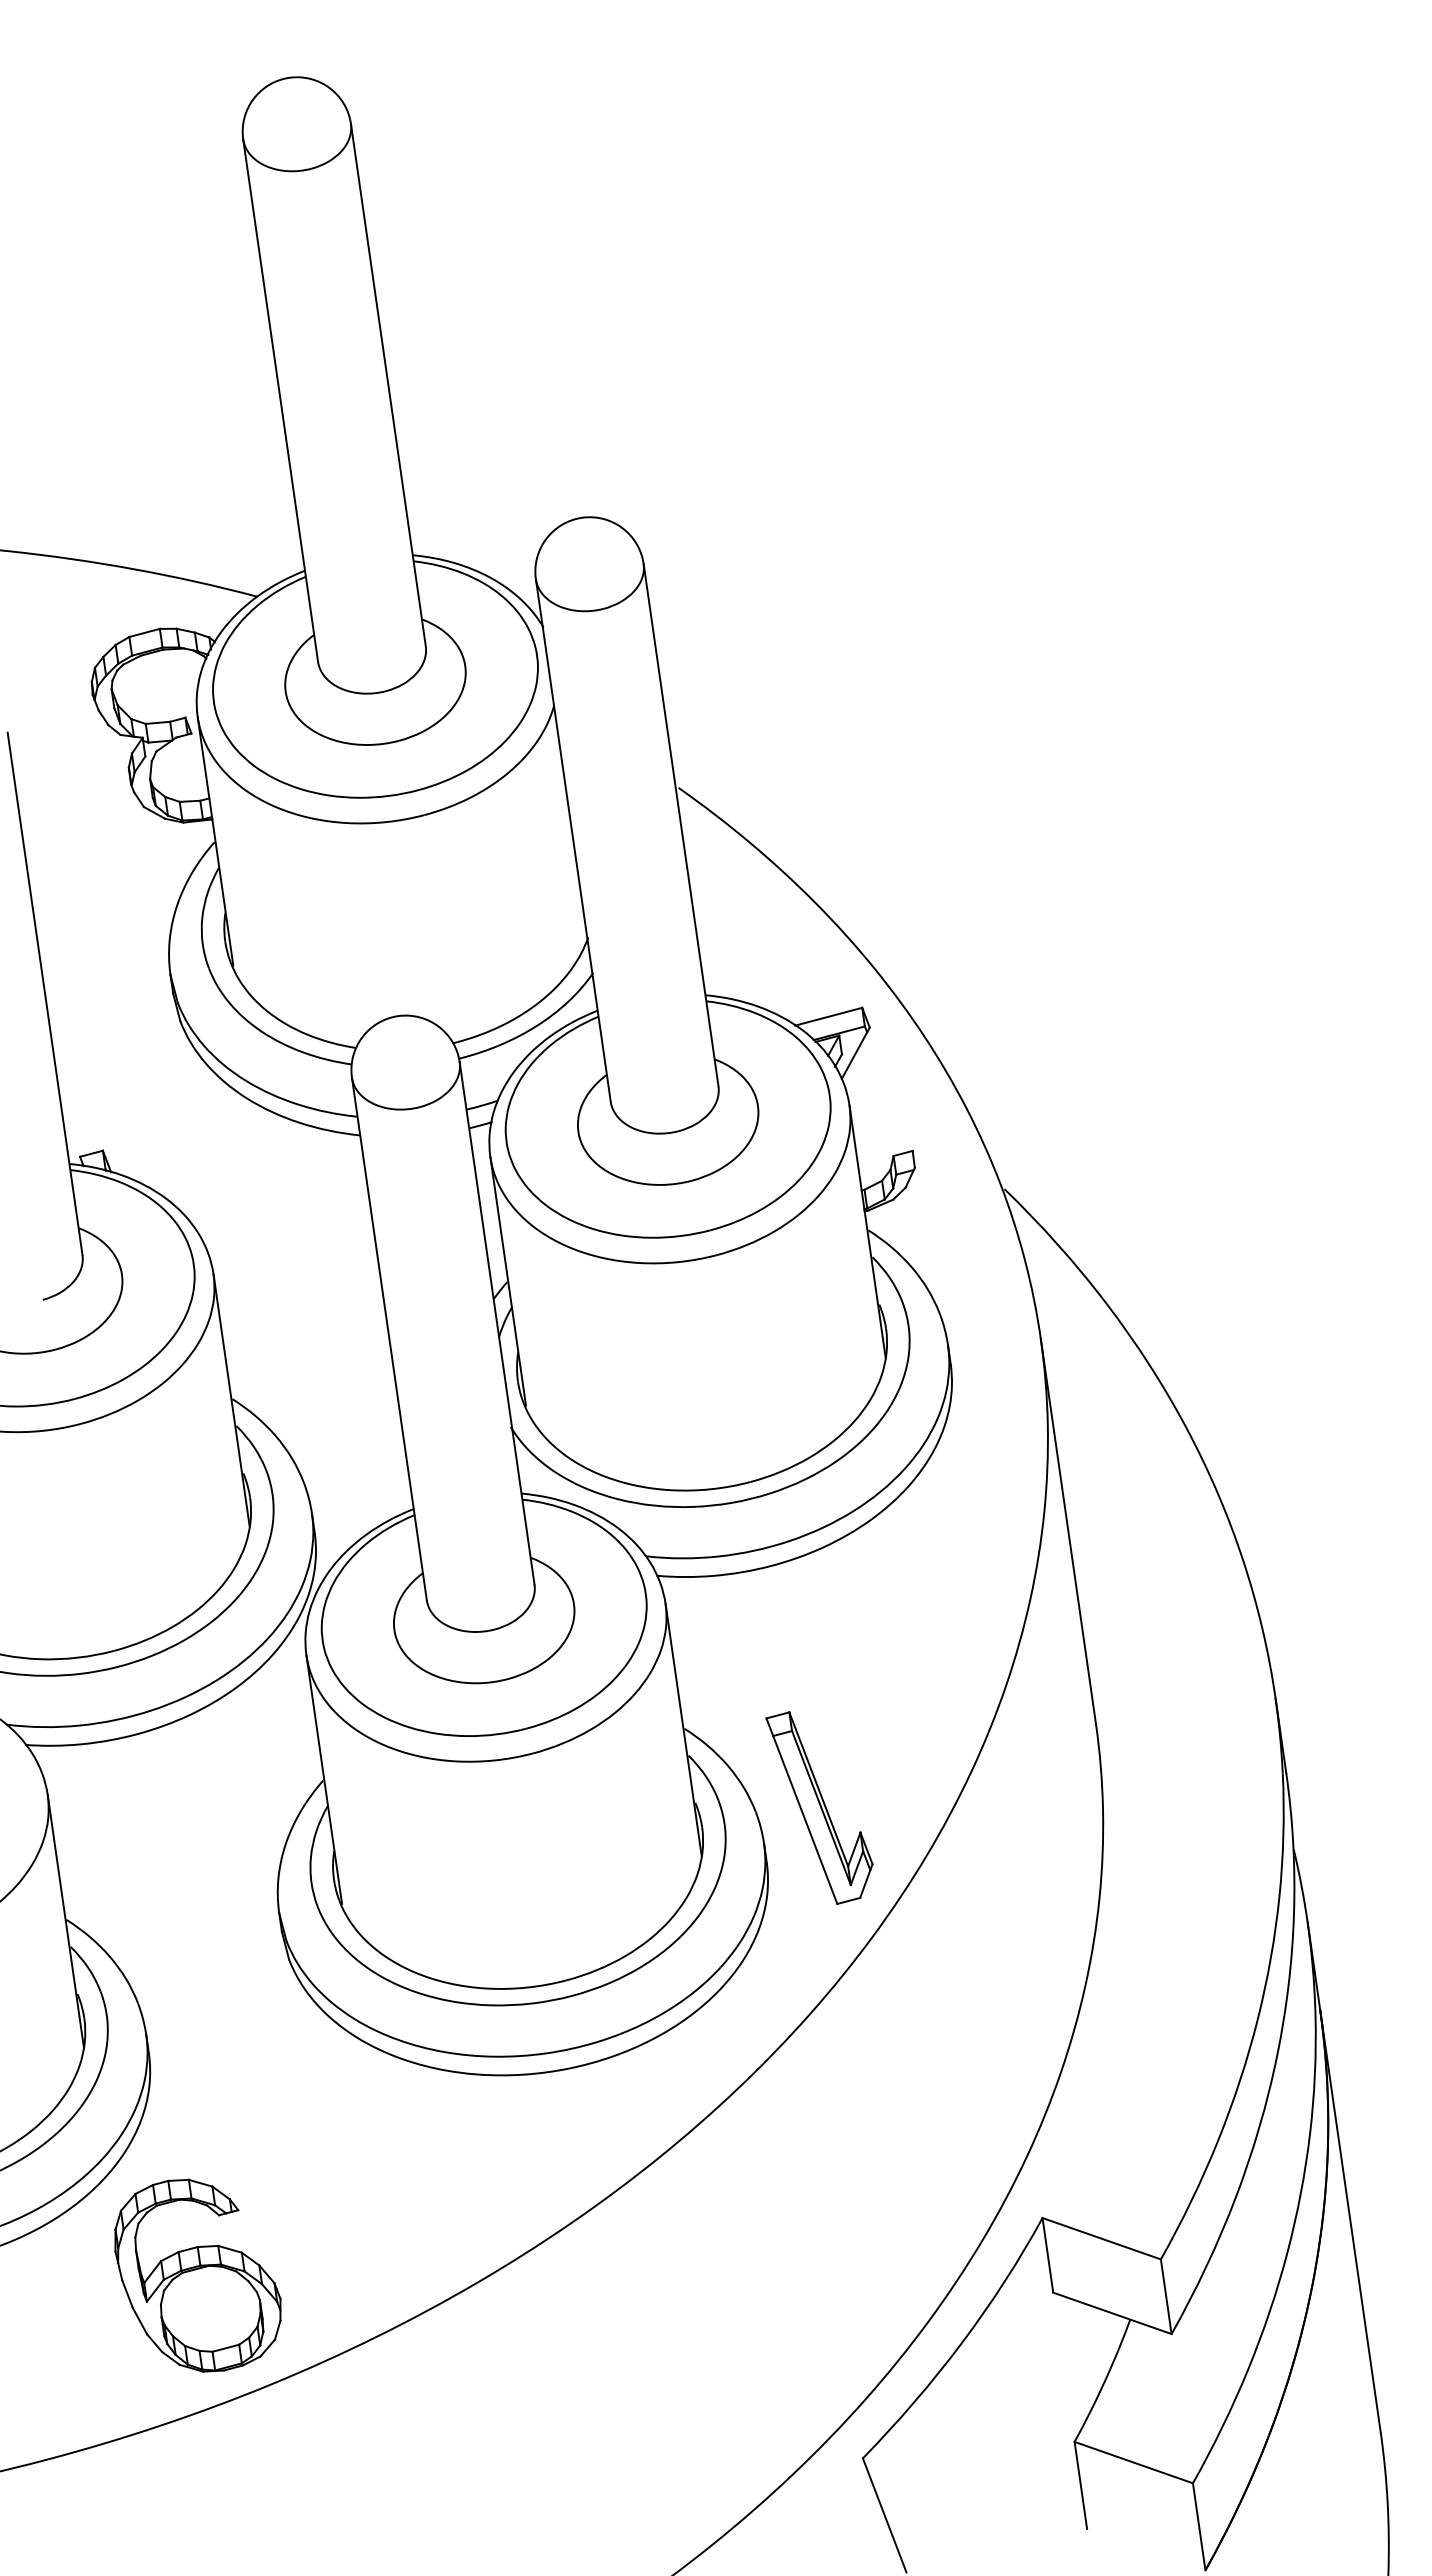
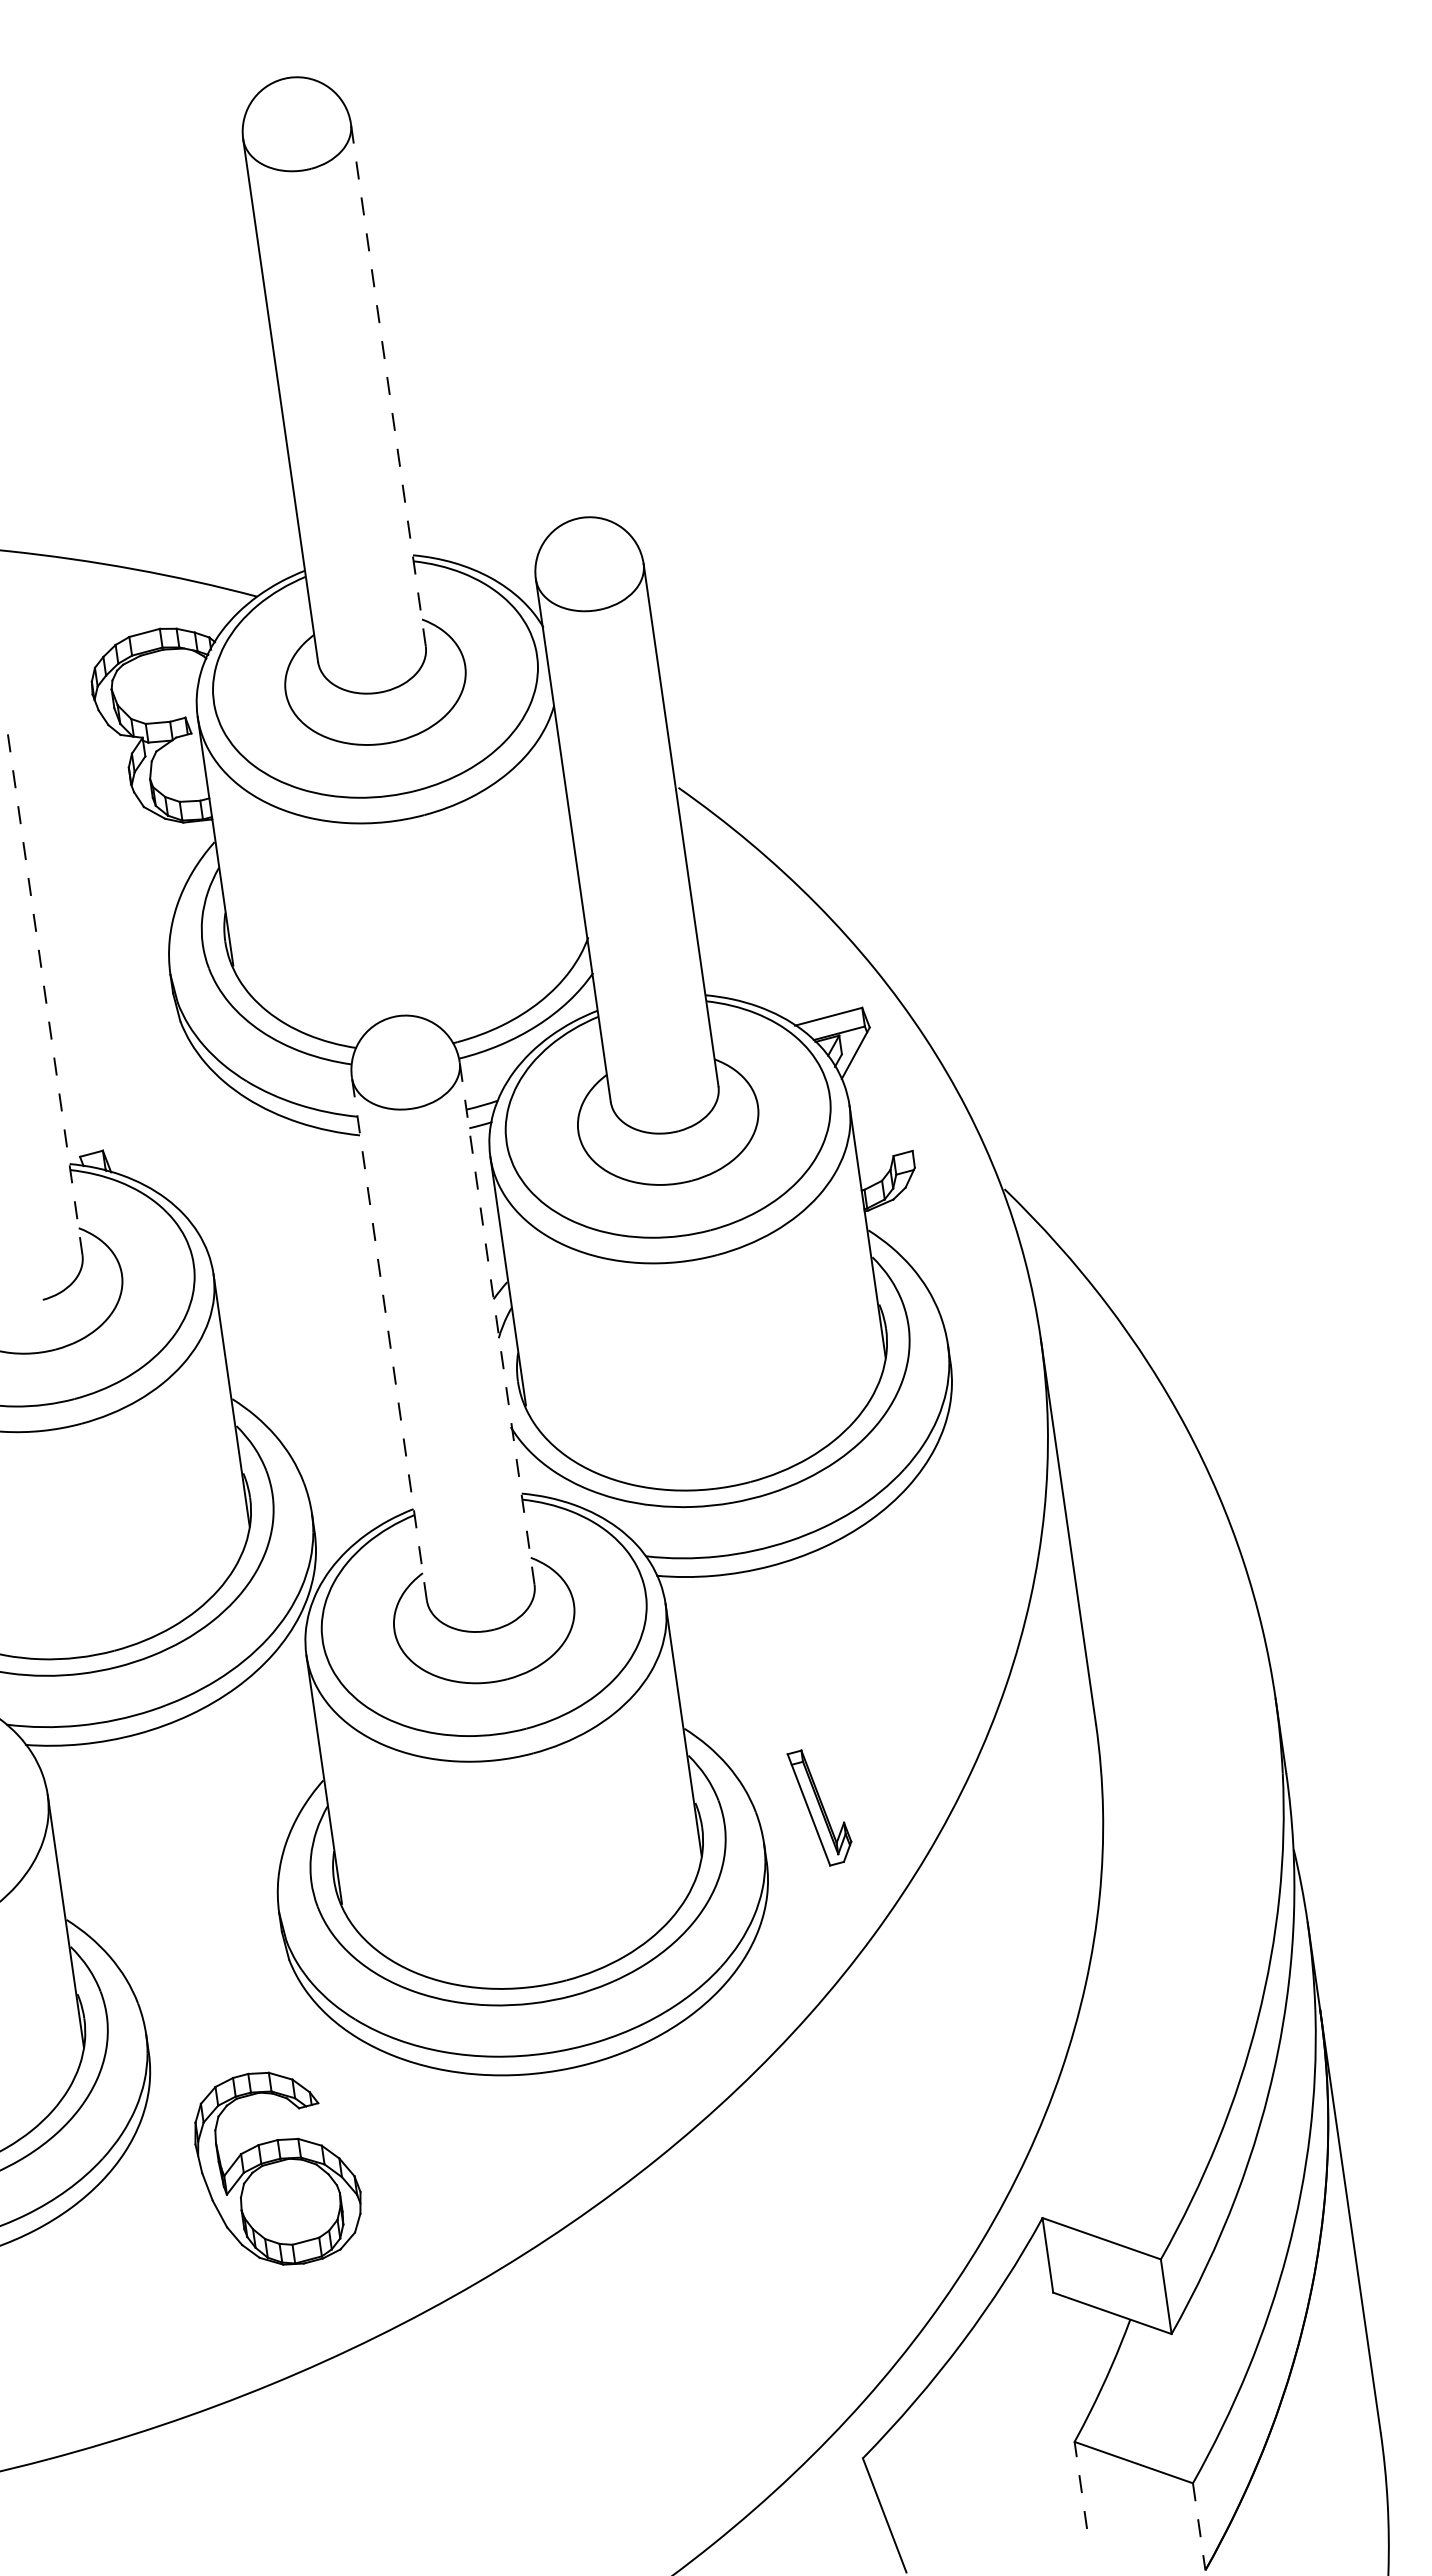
line at (388, 385): solid -> dashed
line at (45, 993): solid -> dashed
line at (497, 1323): solid -> dashed
line at (389, 1338): solid -> dashed
part at (819, 1807) size: 109x194 px -> 67x118 px
part at (197, 2275) position: (197, 2275) -> (277, 2168)
line at (1080, 2485): solid -> dashed
line at (1199, 2526): solid -> dashed
